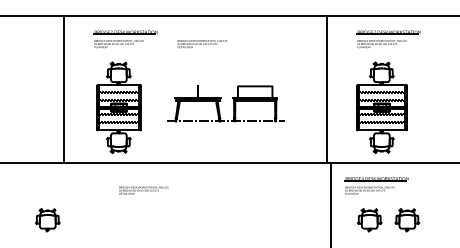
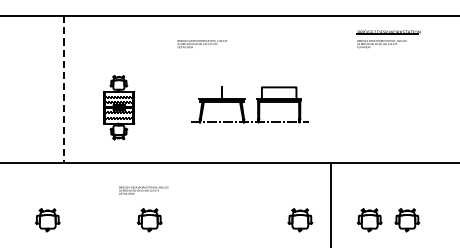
part at (125, 39): present -> none
line at (326, 89): present -> none
line at (63, 90): solid -> dashed
part at (225, 103) position: (225, 103) -> (249, 104)
part at (118, 107) size: 46x93 px -> 33x66 px
part at (381, 107): present -> none
part at (376, 185): present -> none
part at (149, 220): none -> present
part at (300, 220): none -> present
